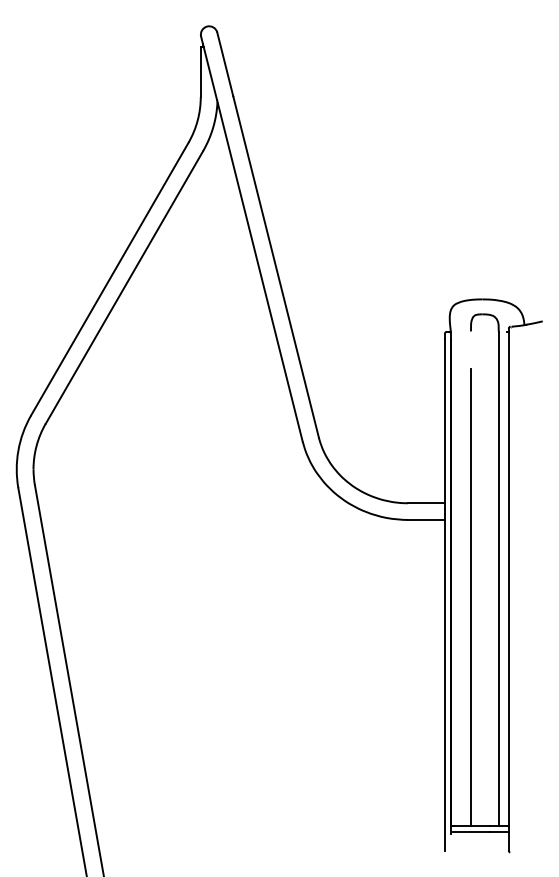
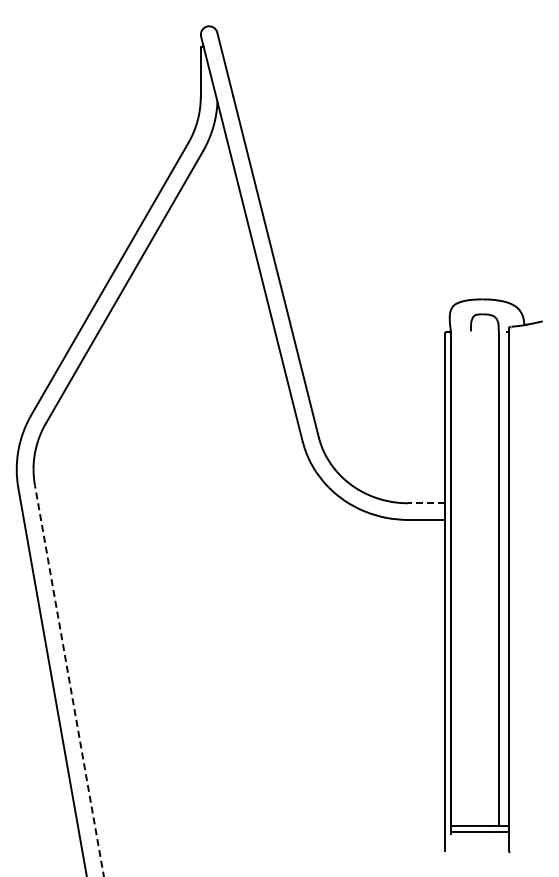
line at (425, 503): solid -> dashed
line at (470, 597): present -> none
line at (69, 681): solid -> dashed
